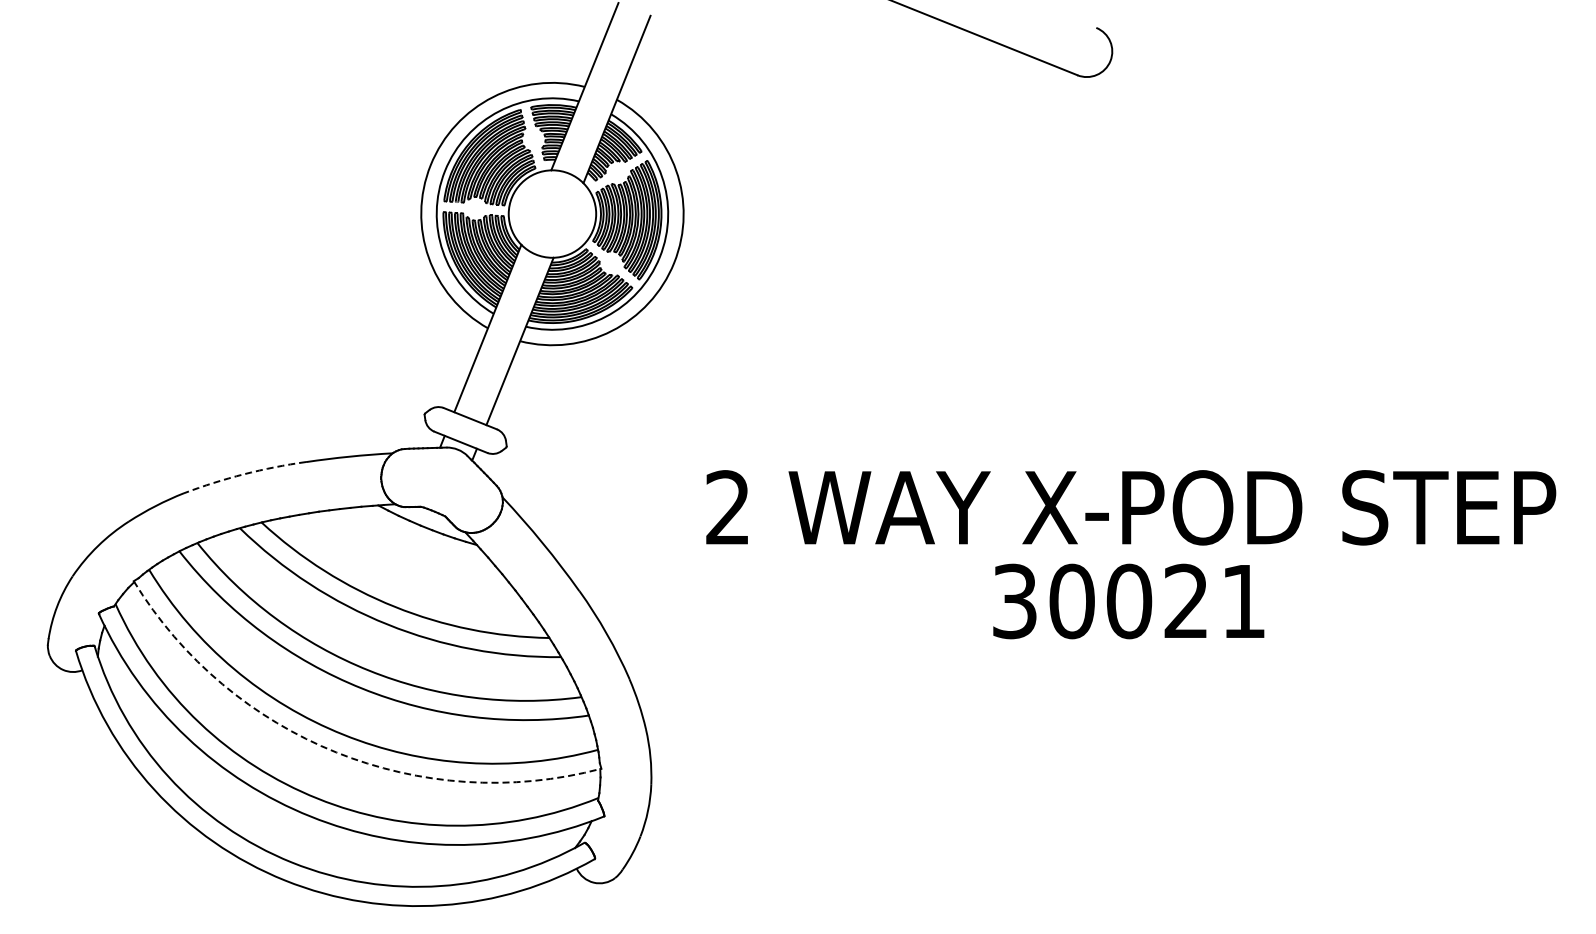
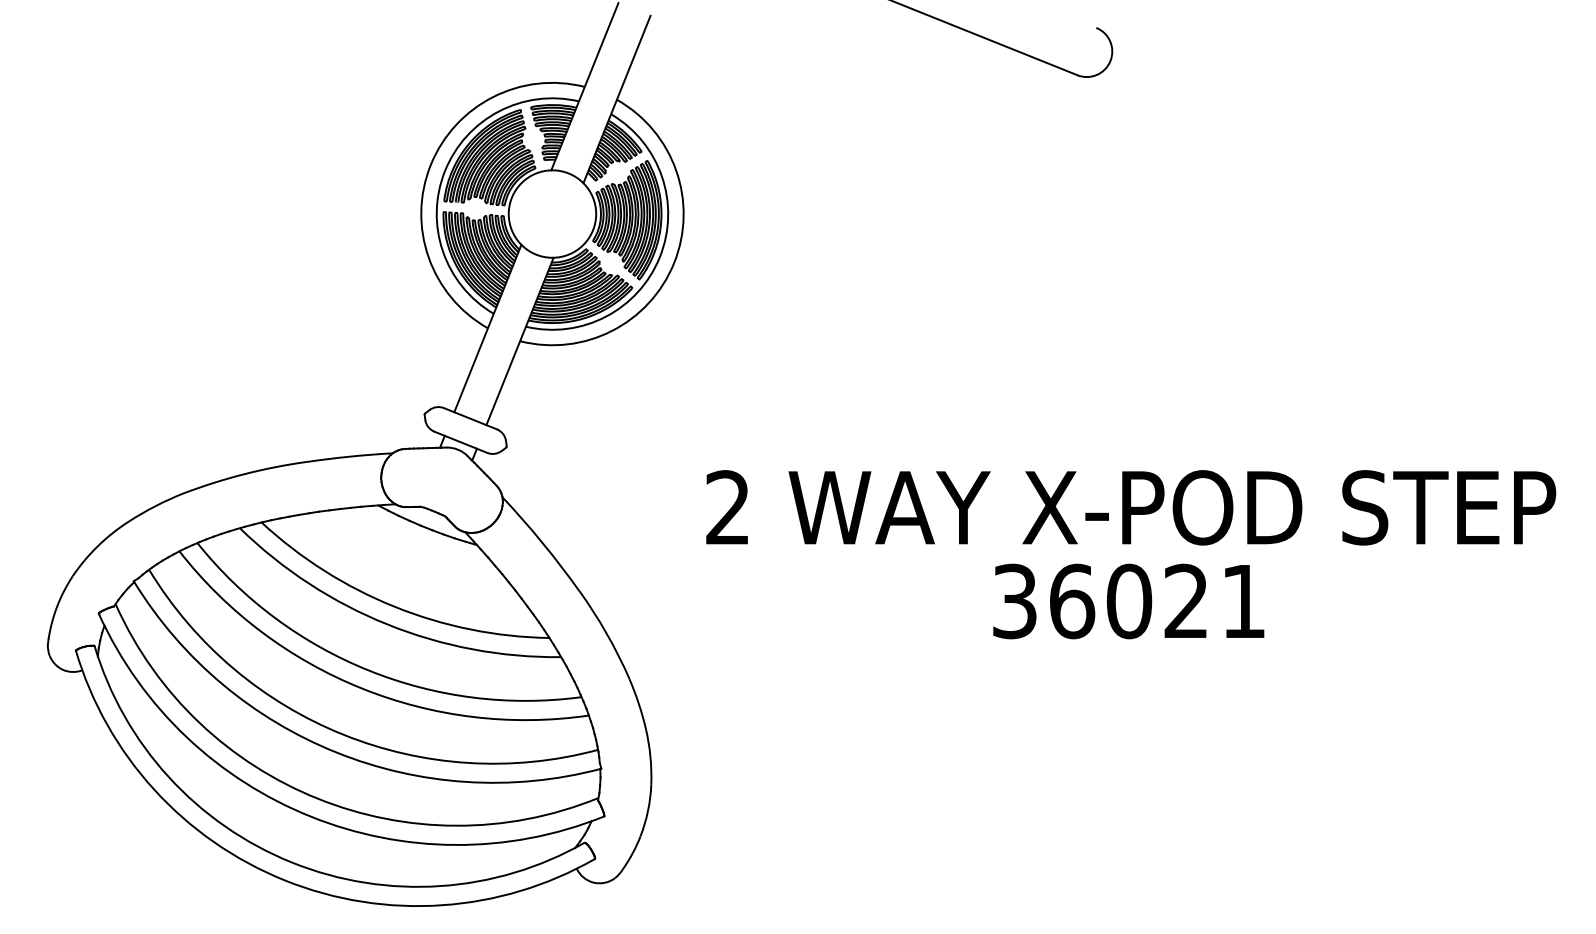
arc at (244, 474): dashed -> solid
text at (1072, 601): 30021 -> 36021
arc at (336, 752): dashed -> solid
